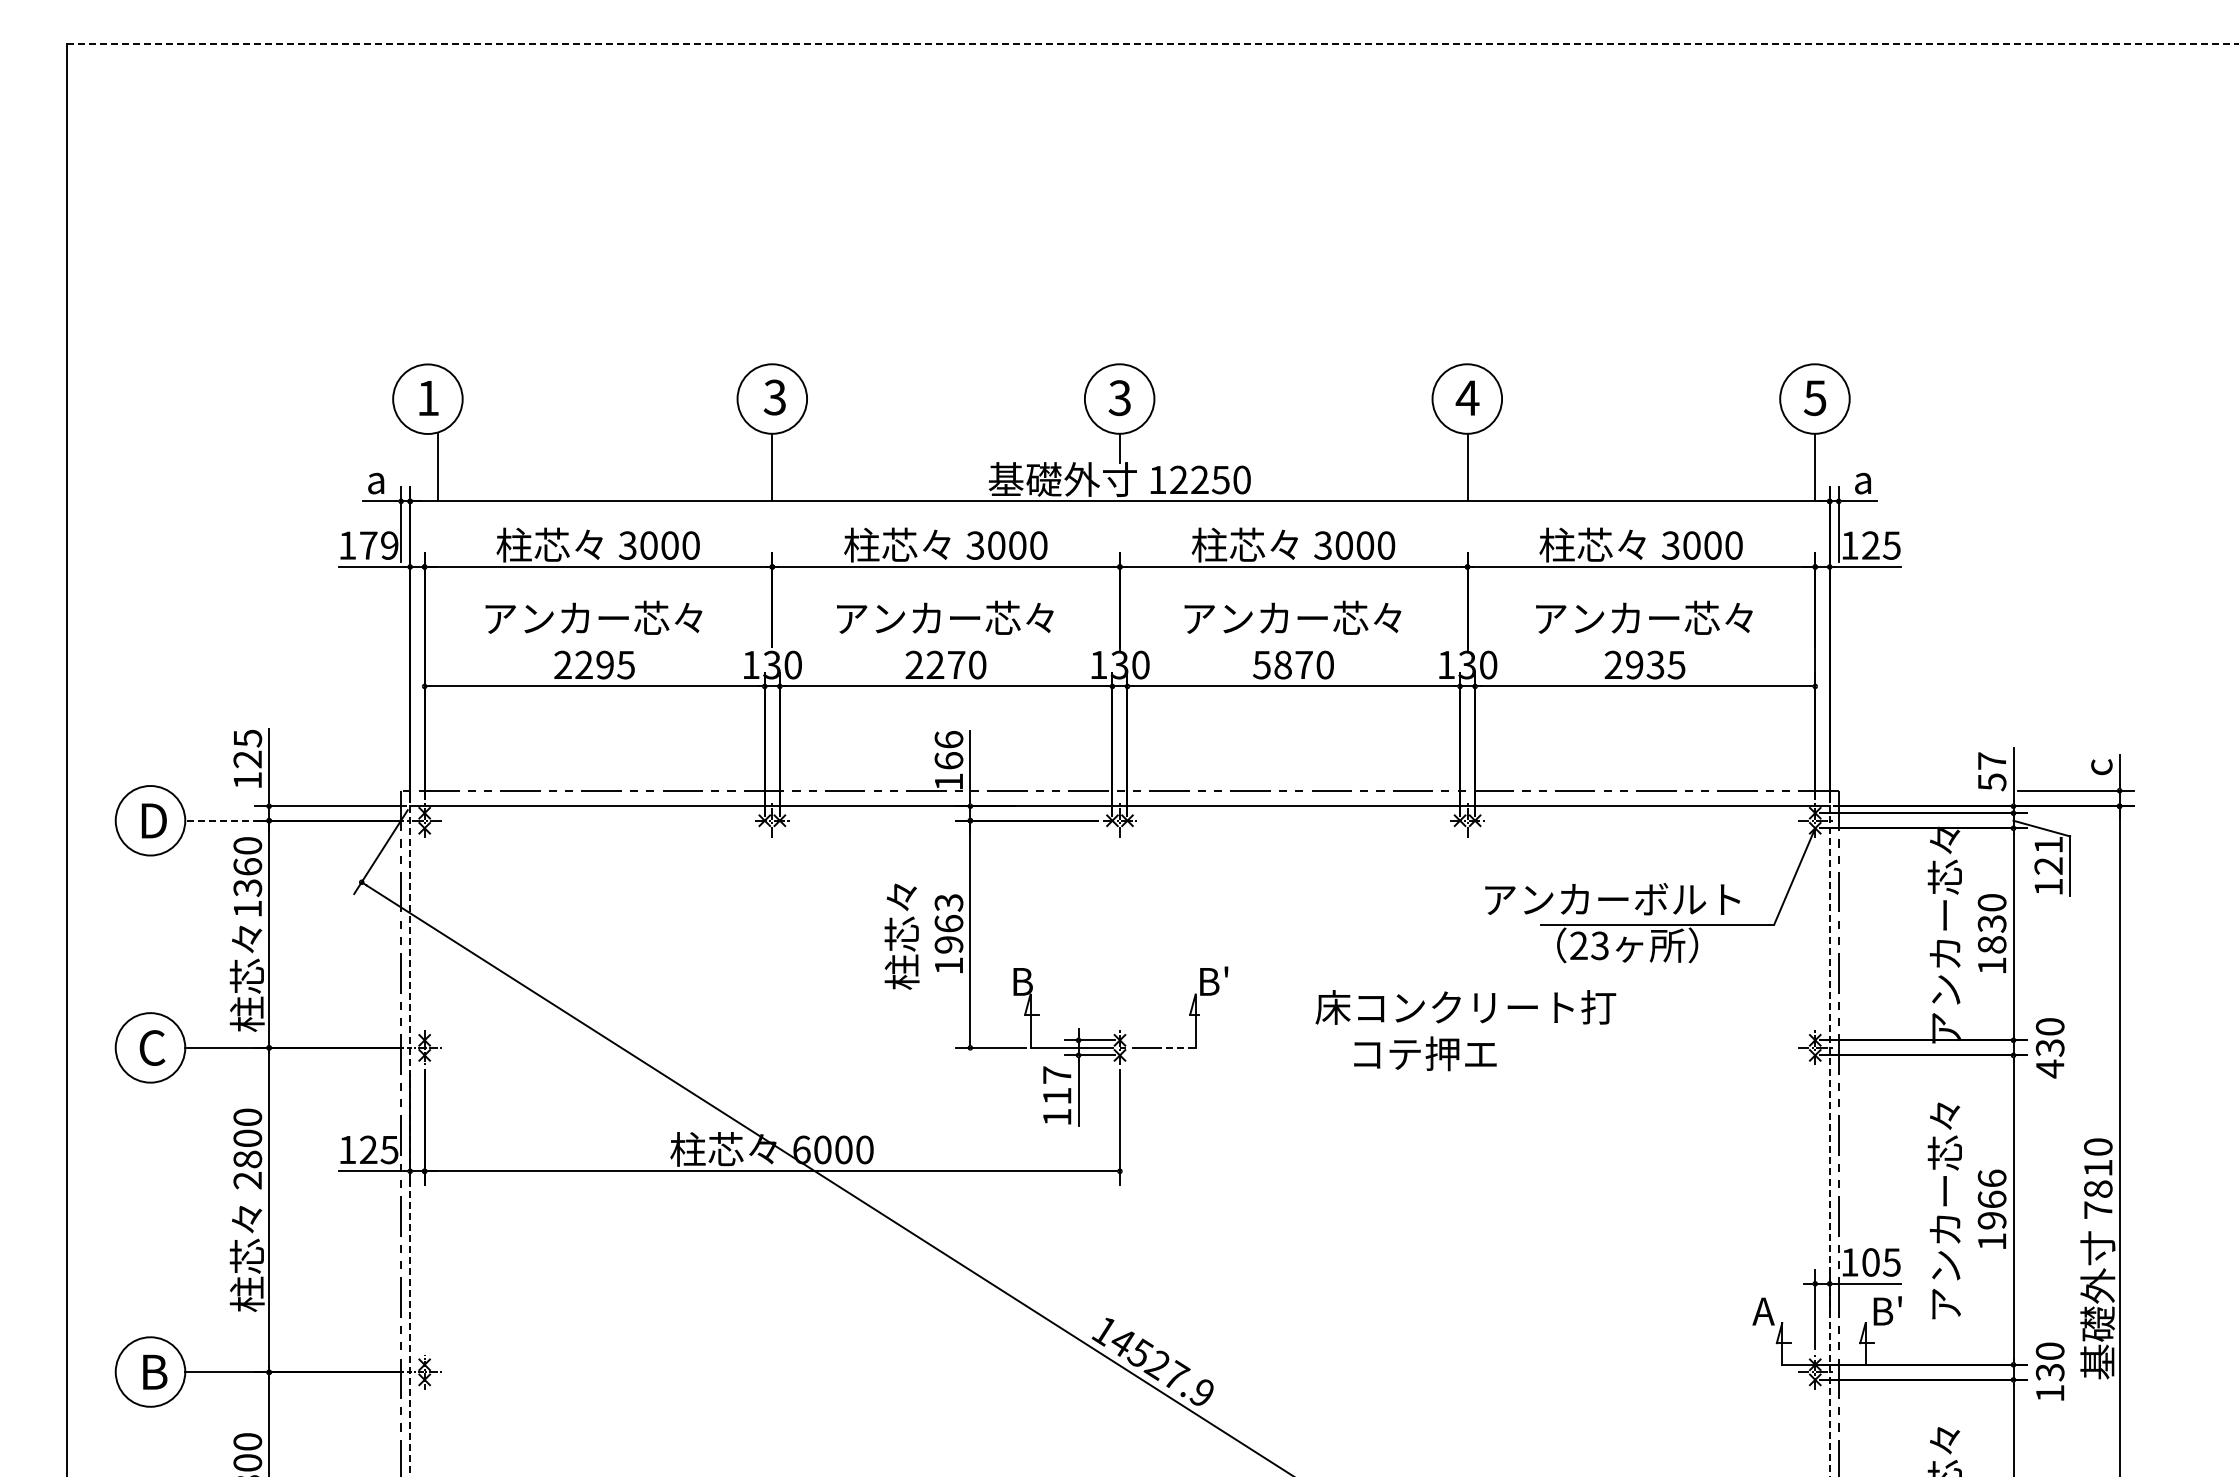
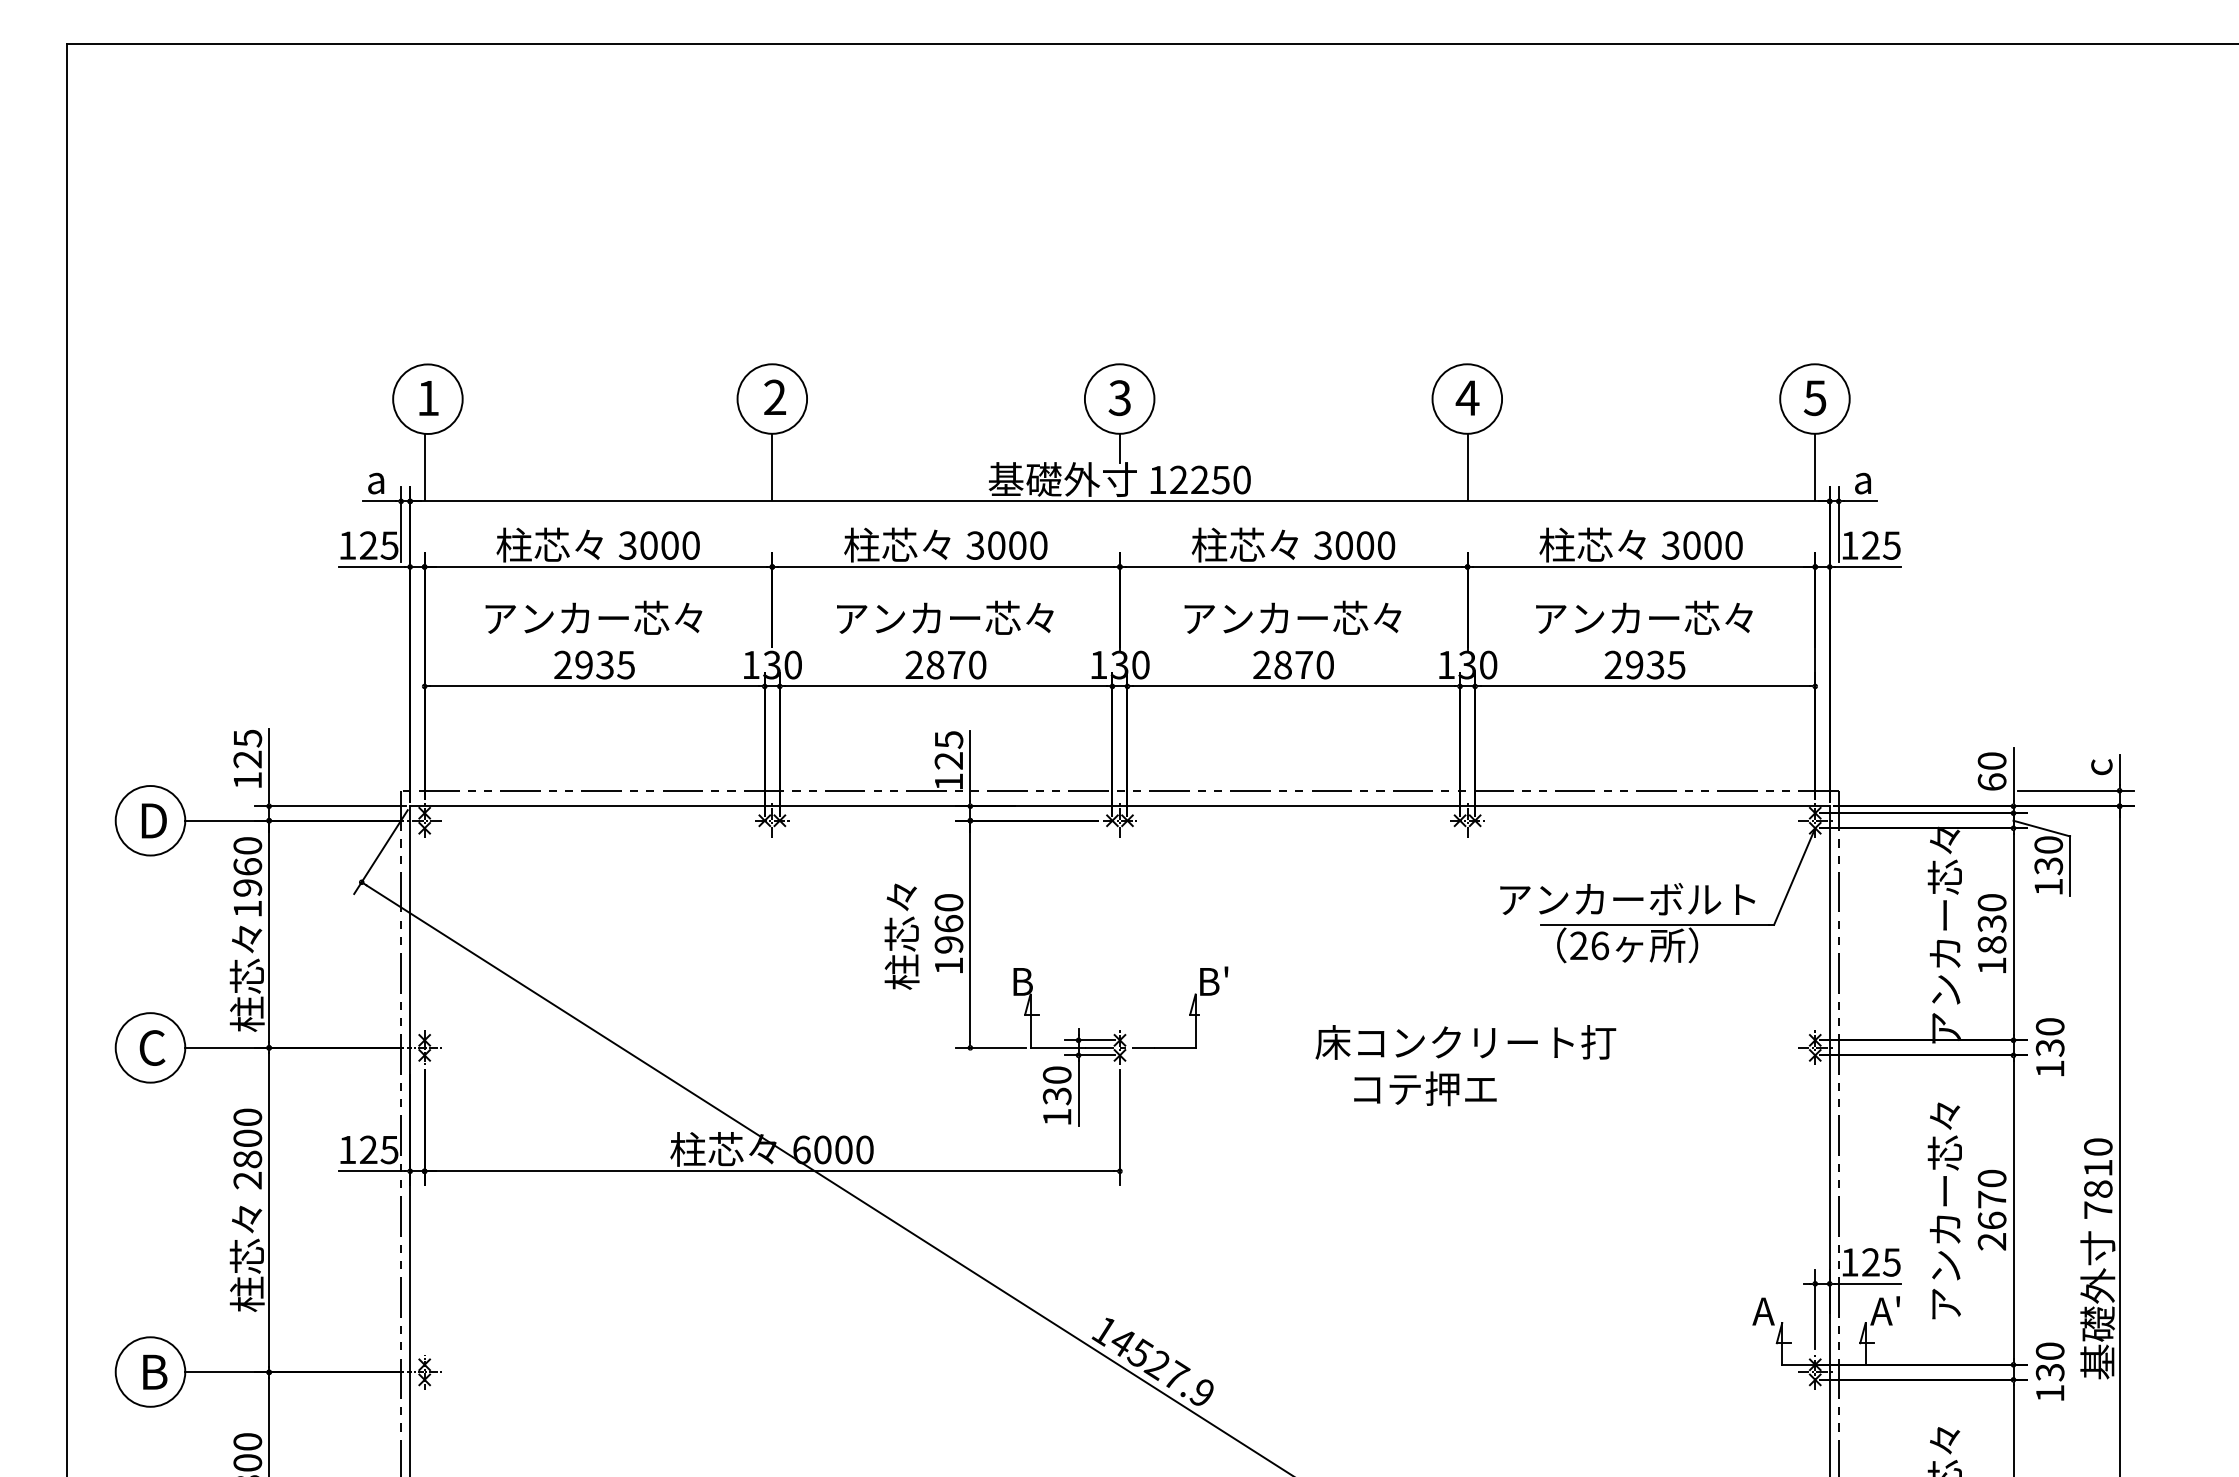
line at (1152, 44): dashed -> solid
text at (774, 397): 3 -> 2
line at (437, 466) position: (437, 466) -> (424, 466)
text at (379, 545): 179 -> 125
text at (594, 664): 2295 -> 2935
text at (935, 664): 2270 -> 2870
text at (1261, 664): 5870 -> 2870
text at (948, 749): 166 -> 125
text at (1991, 771): 57 -> 60
line at (221, 820): dashed -> solid
text at (2048, 855): 121 -> 130
text at (247, 888): 1360 -> 1960
text at (1612, 899) position: (1612, 899) -> (1627, 899)
text at (948, 902): 1963 -> 1960
text at (1600, 945): 23 -> 26
text at (1465, 1030) position: (1465, 1030) -> (1465, 1065)
line at (1175, 1047): dashed -> solid
text at (2050, 1068): 430 -> 130
text at (1056, 1085): 117 -> 130
line at (1829, 1141): dashed -> solid
line at (410, 1142): dashed -> solid
text at (1991, 1209): 1966 -> 2670
text at (1870, 1262): 105 -> 125
text at (1885, 1310): B' -> A'
